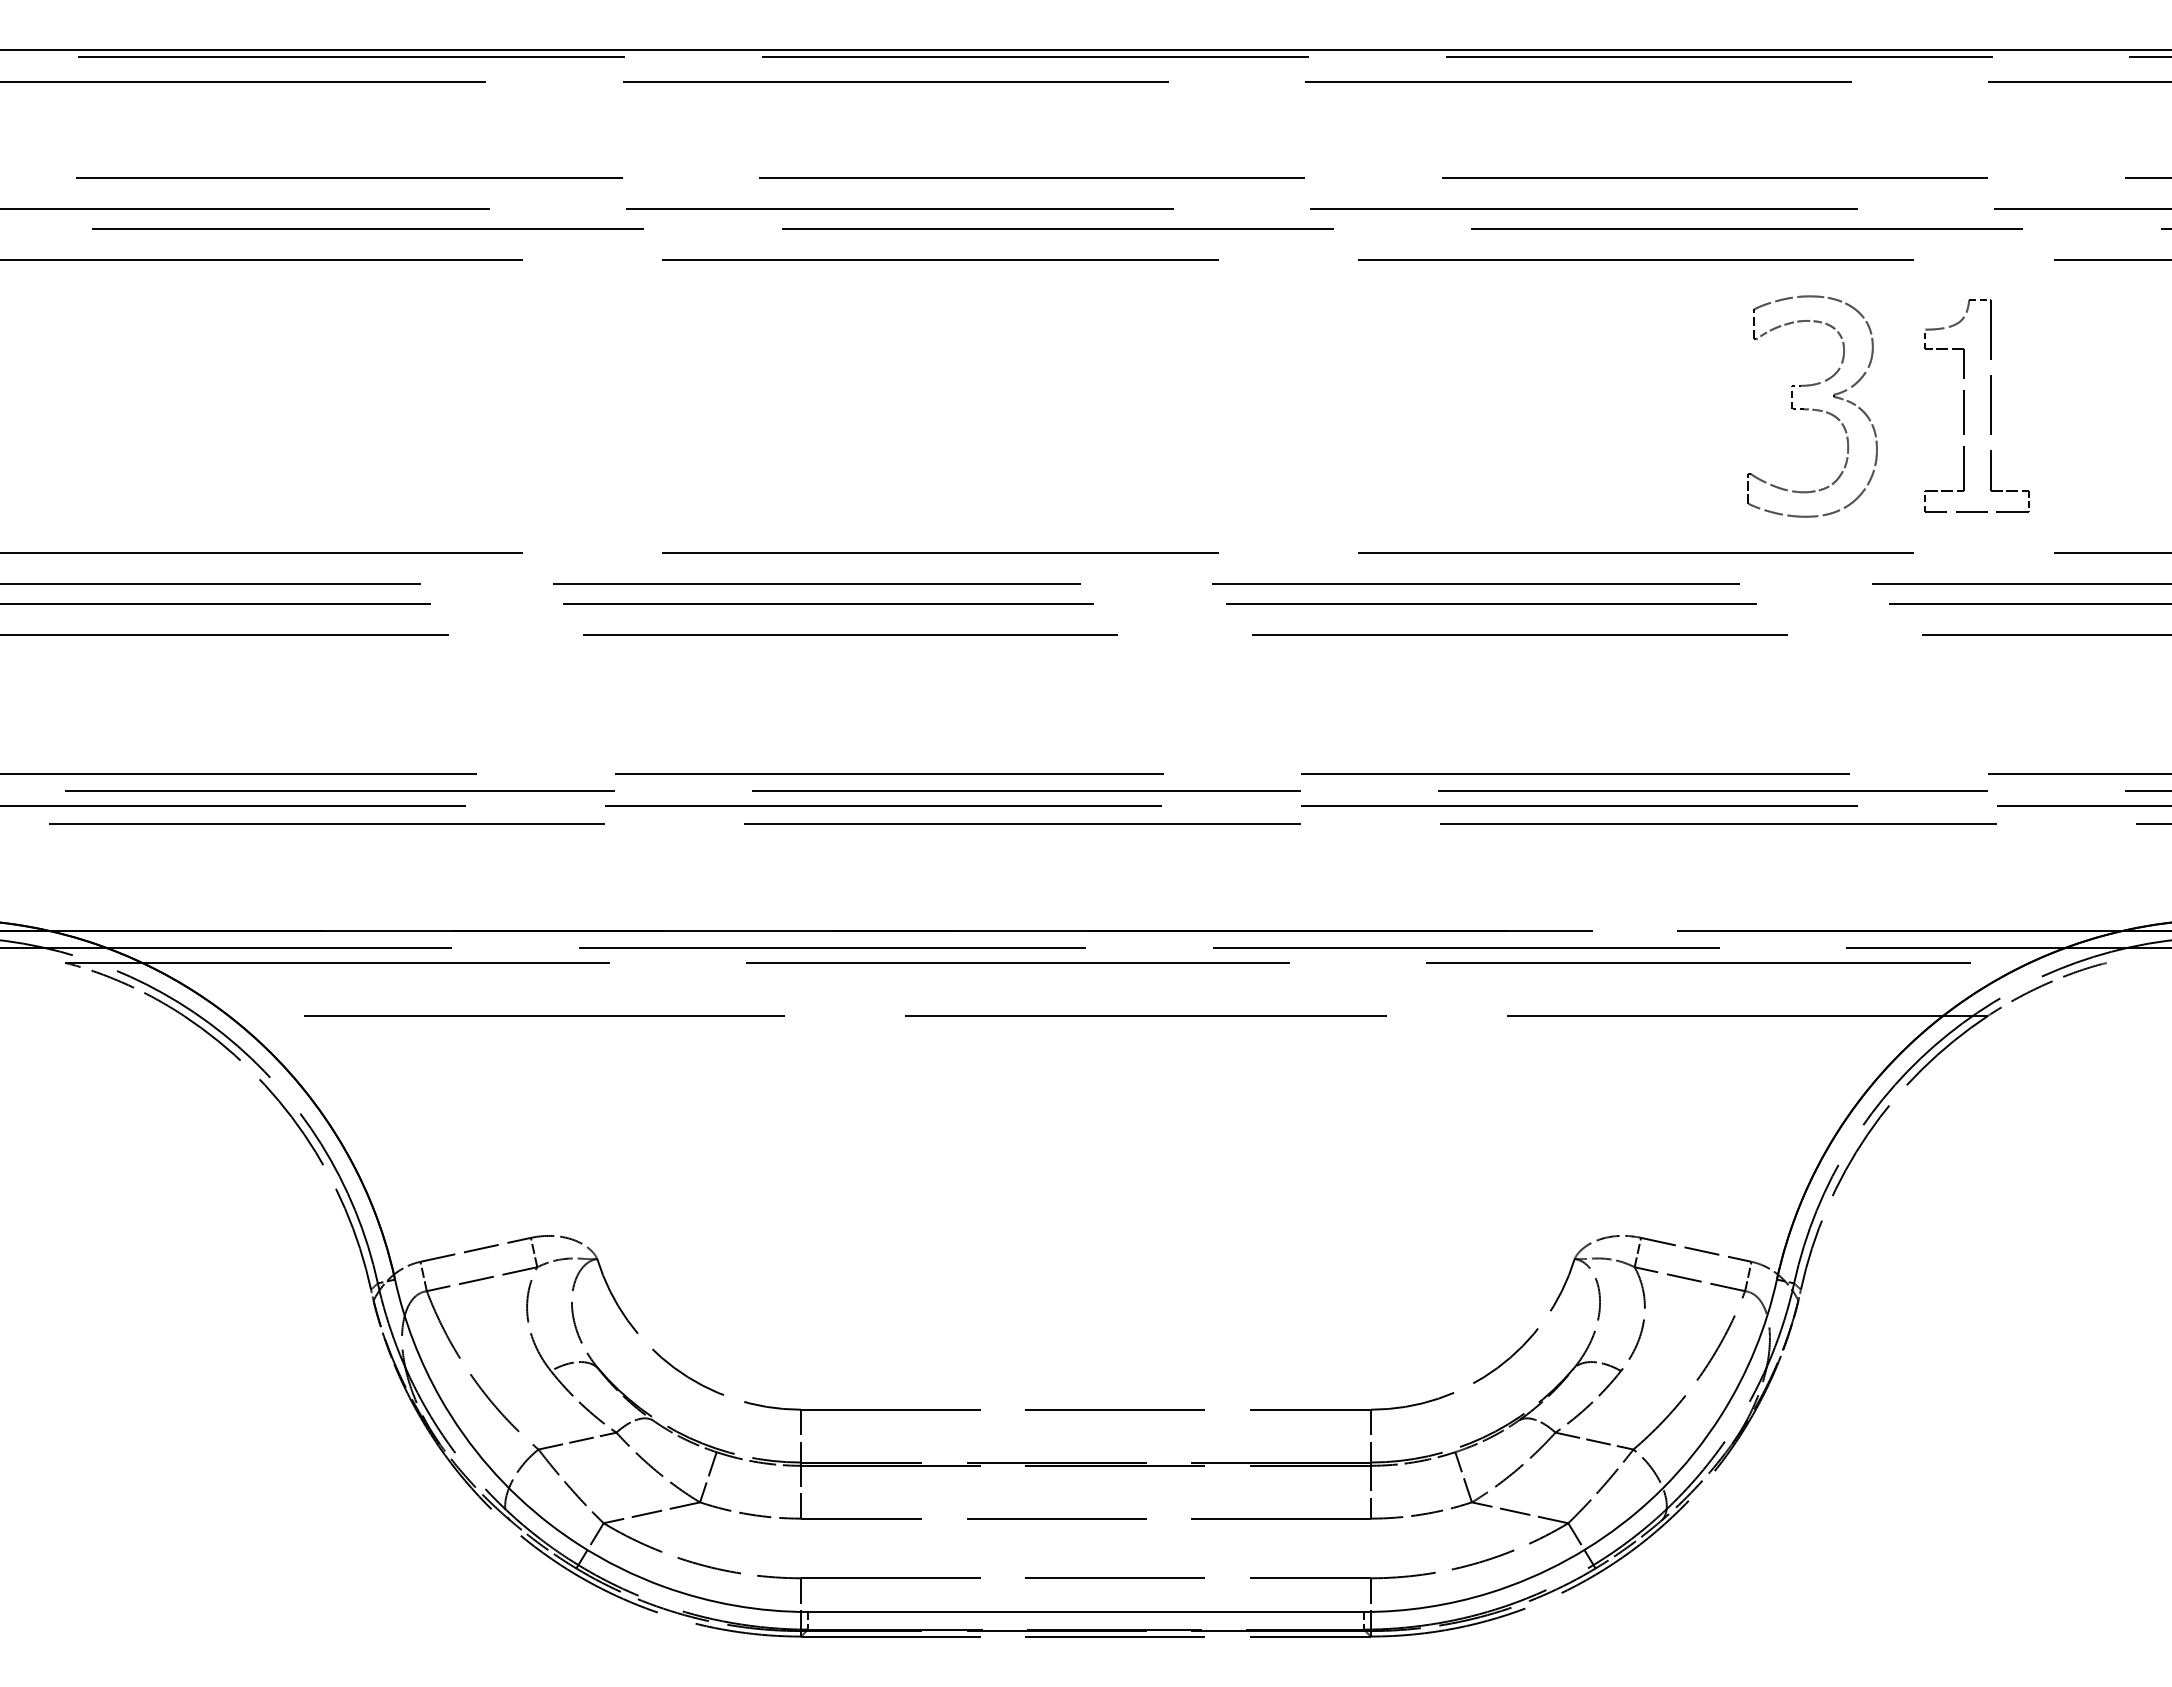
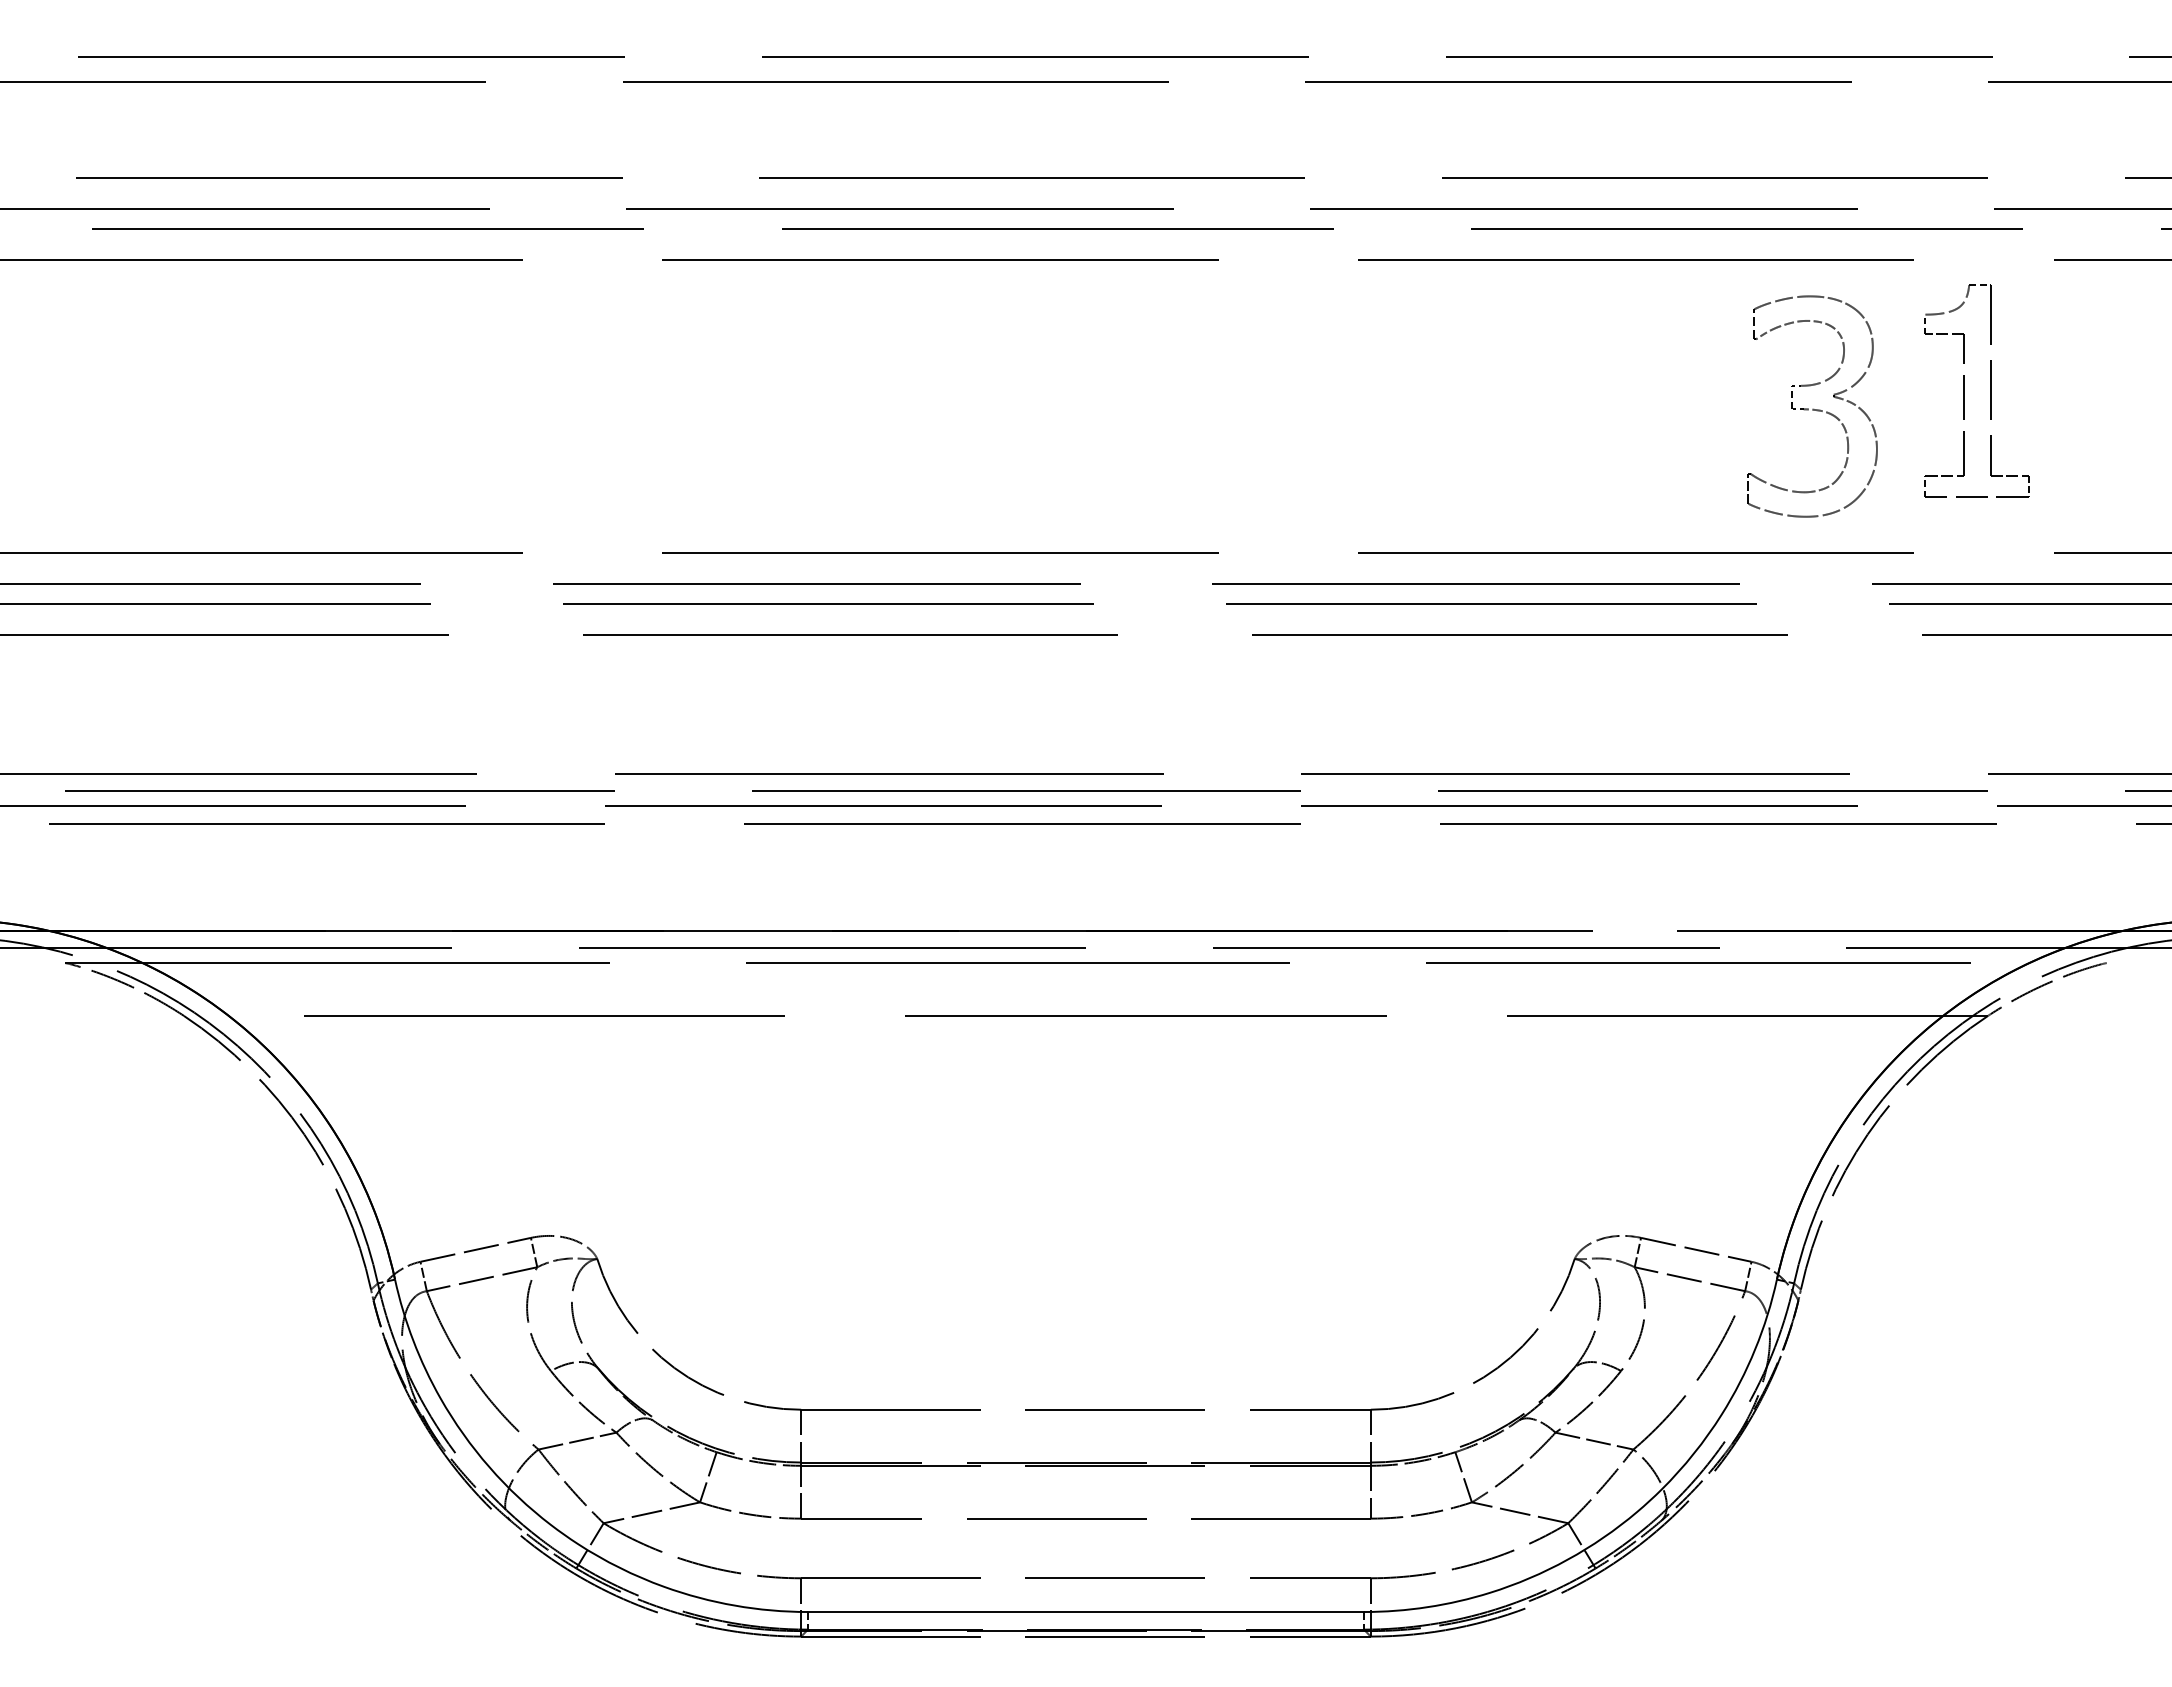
line at (1085, 50): present -> none
part at (1964, 405) position: (1964, 405) -> (1964, 390)
